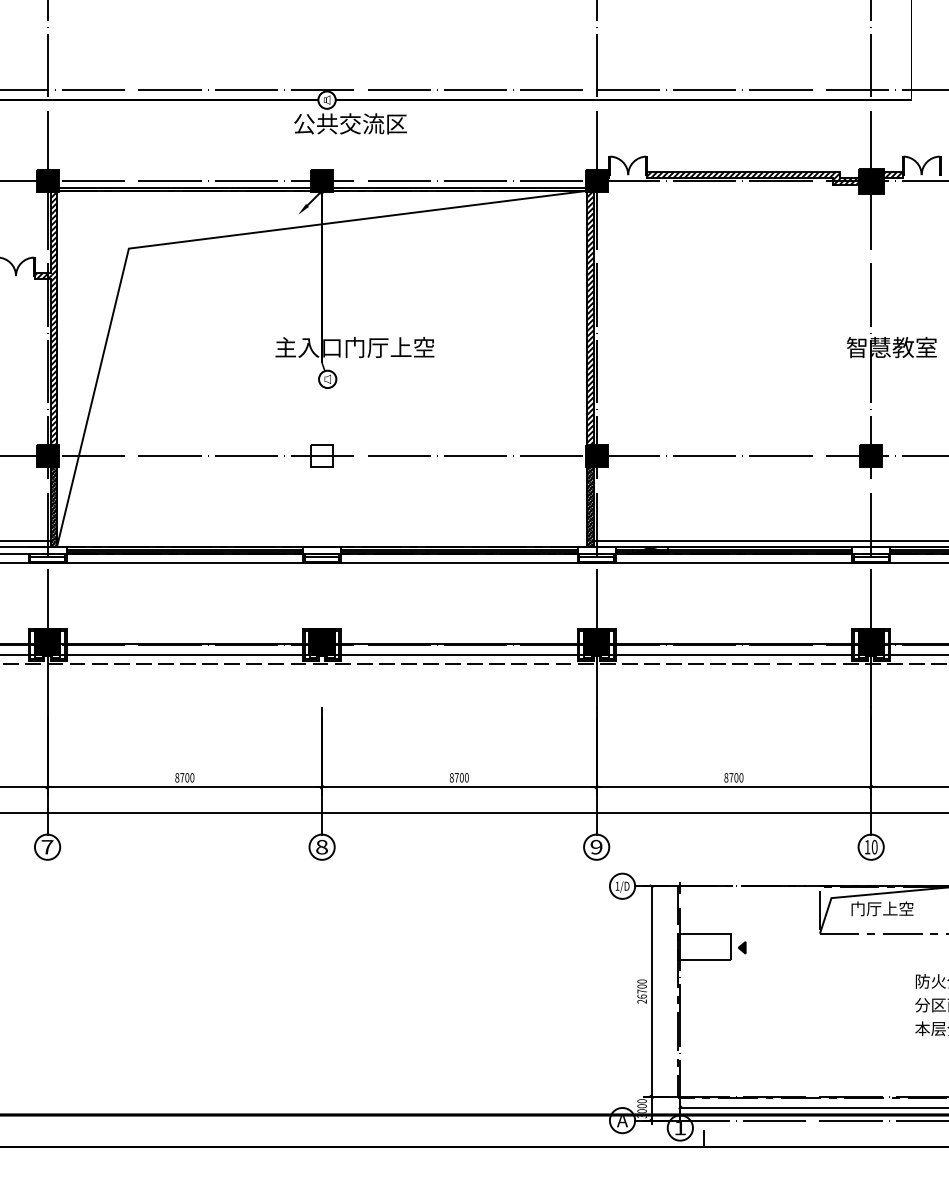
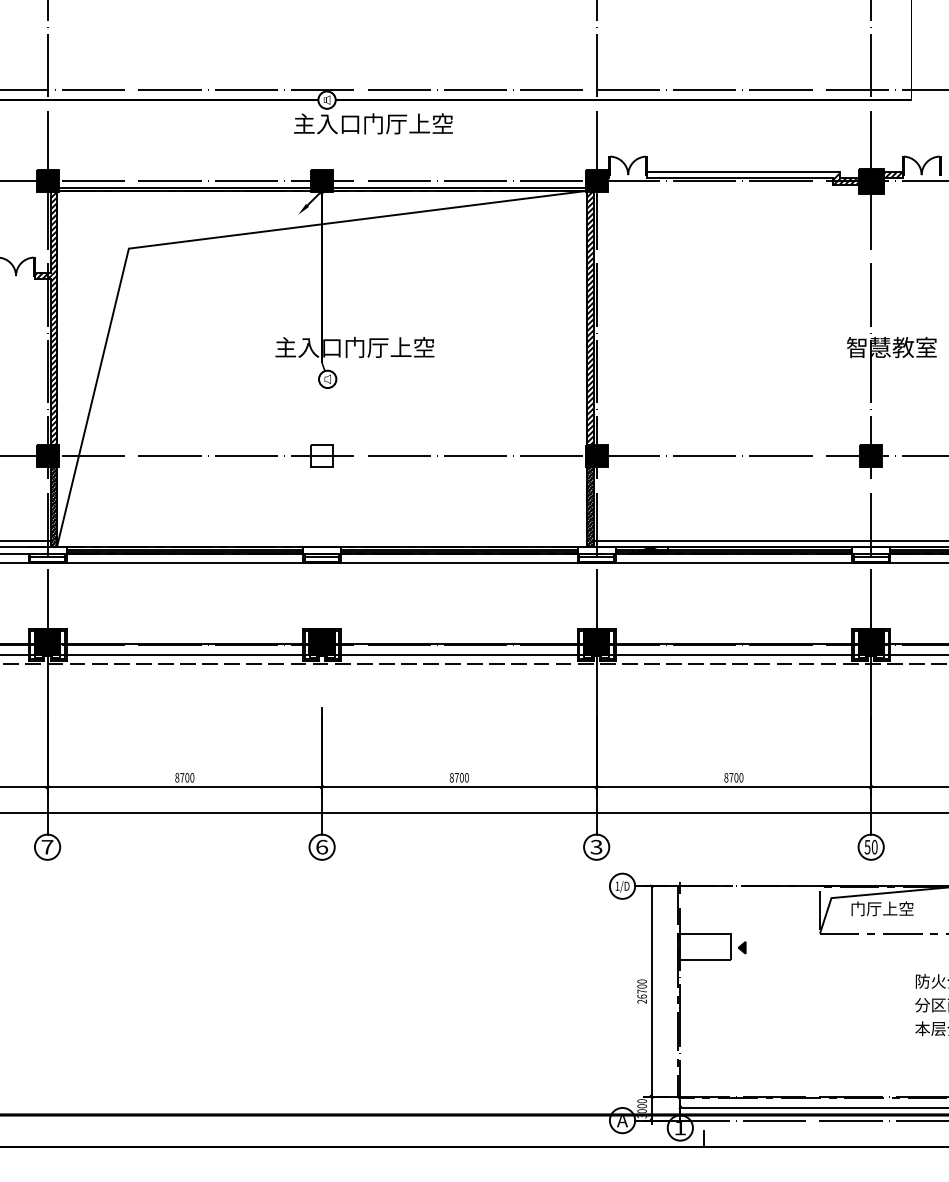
text at (373, 123): 公共交流区 -> 主入口门厅上空
hatch at (741, 174): present -> none
text at (322, 846): 8 -> 6
text at (596, 847): 9 -> 3
text at (867, 847): 10 -> 50
